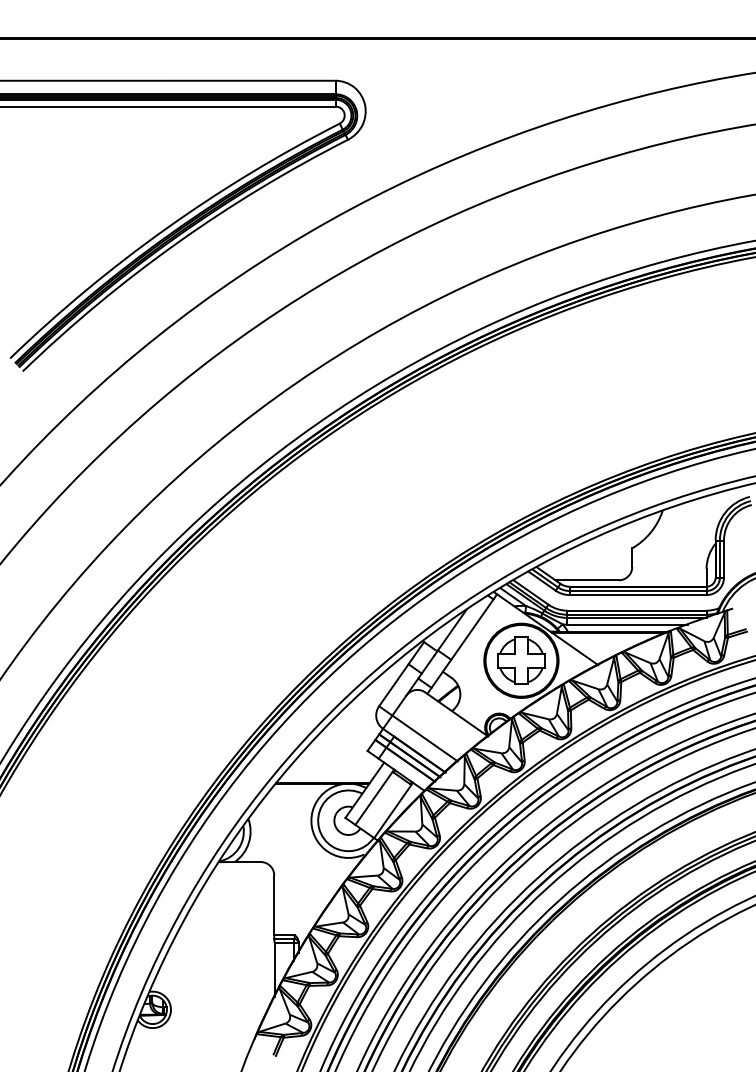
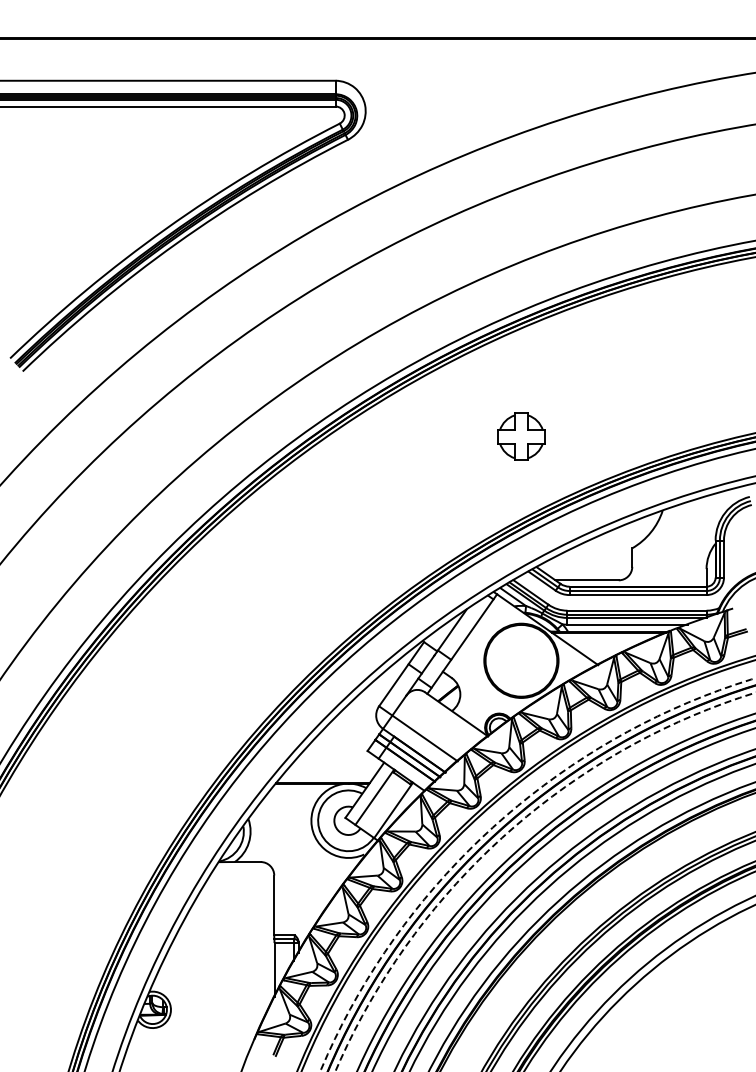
part at (521, 660) position: (521, 660) -> (521, 436)
circle at (537, 874): solid -> dashed
circle at (545, 881): solid -> dashed
